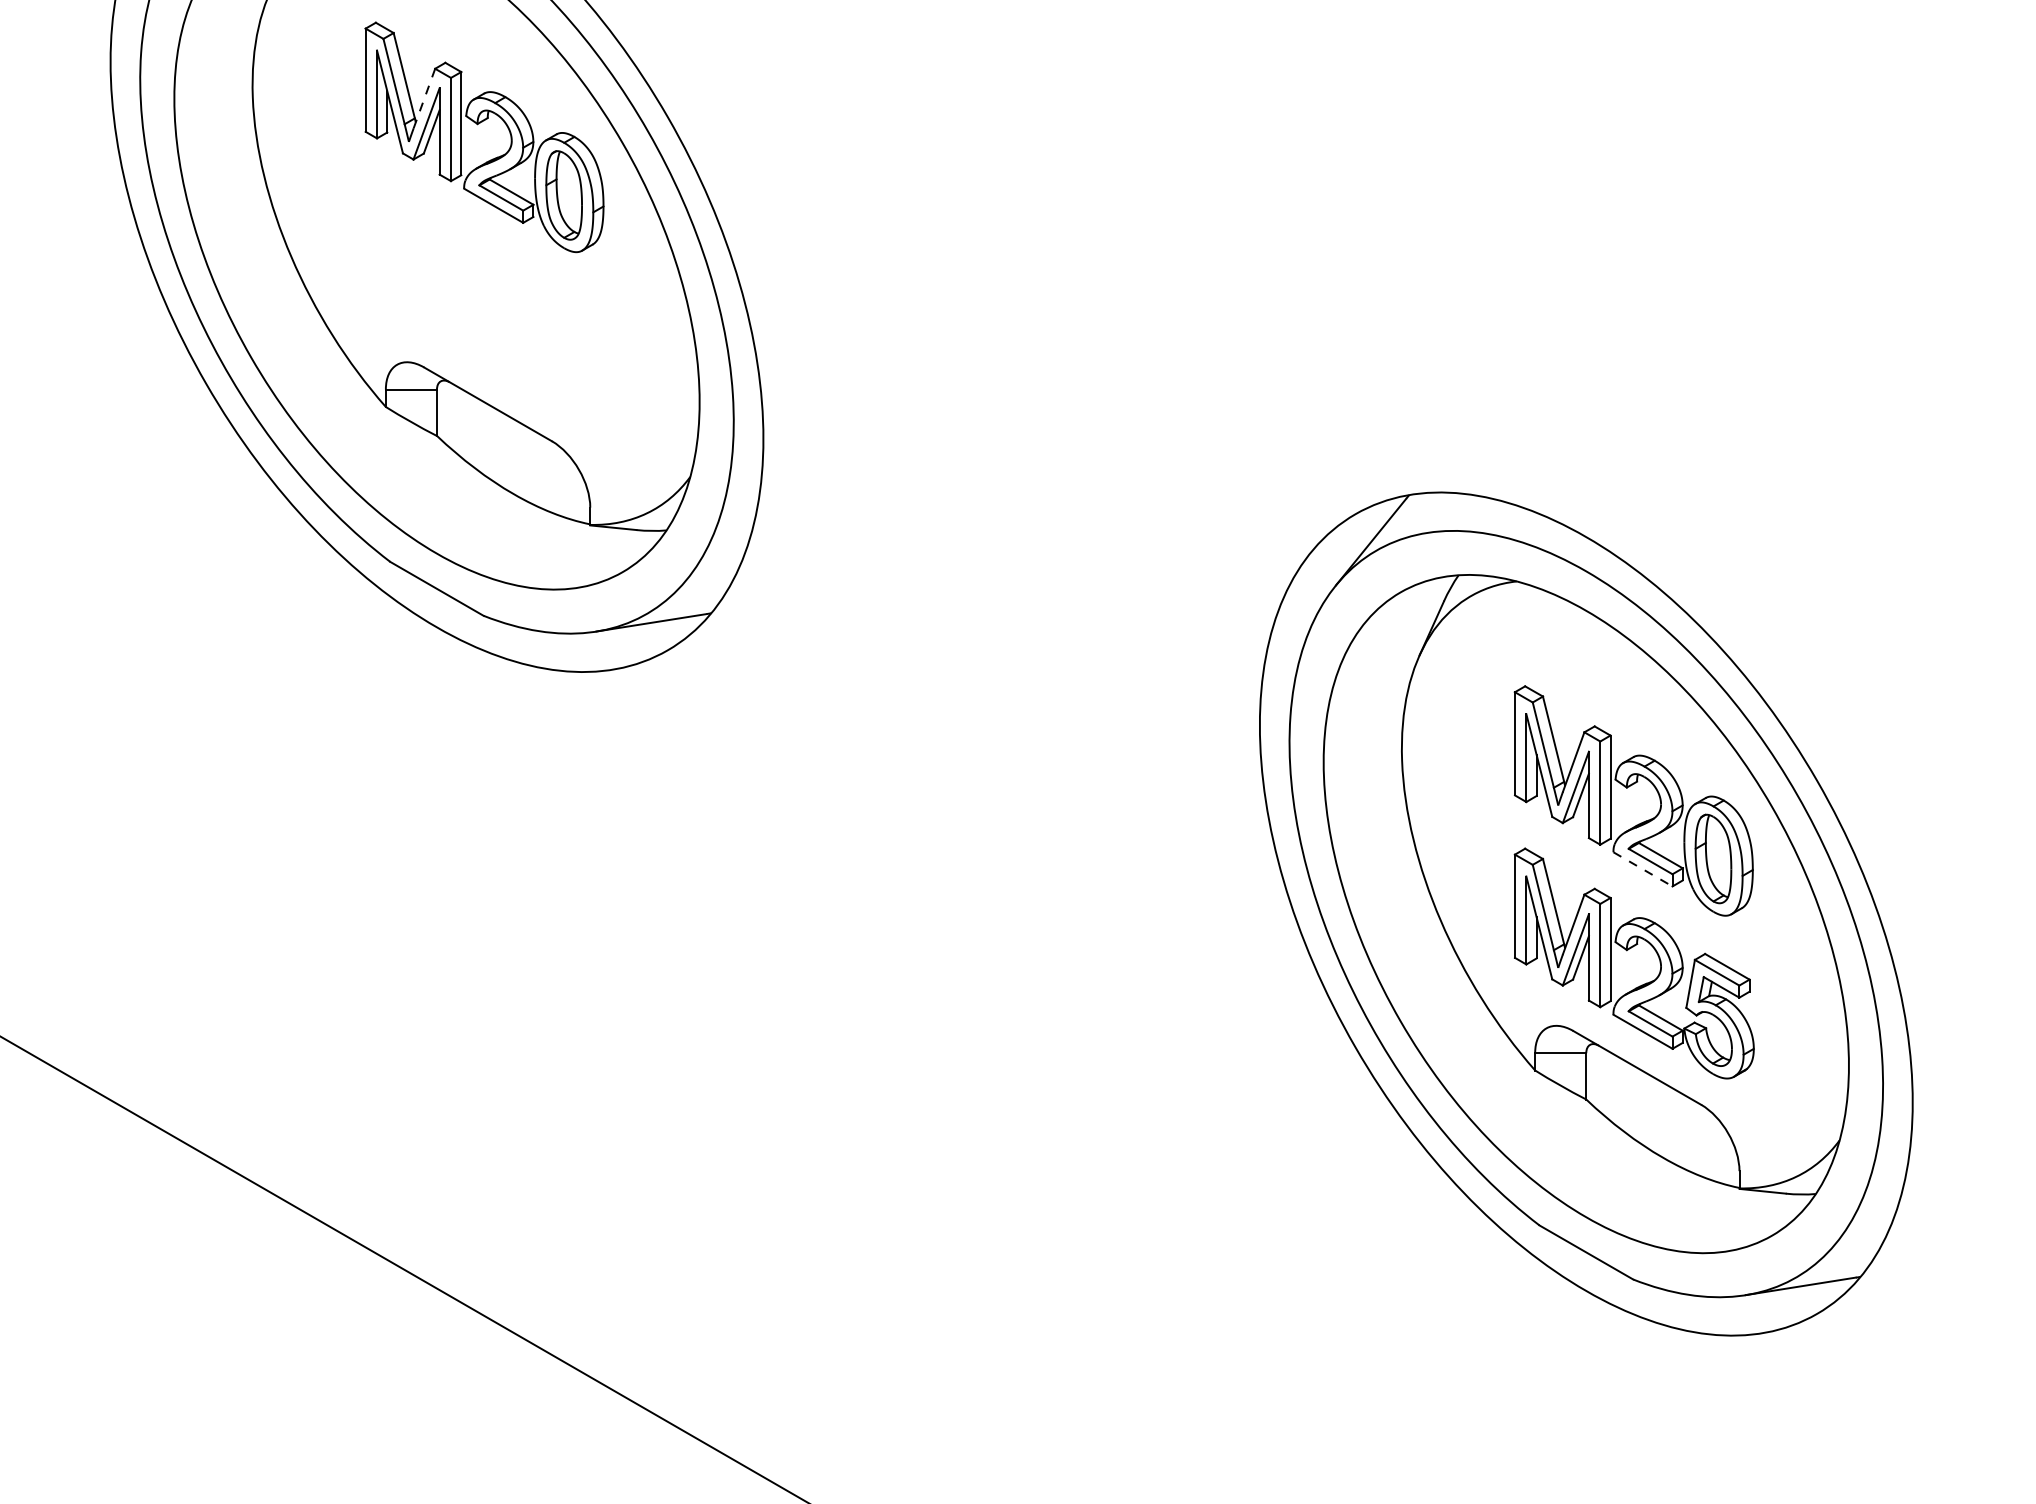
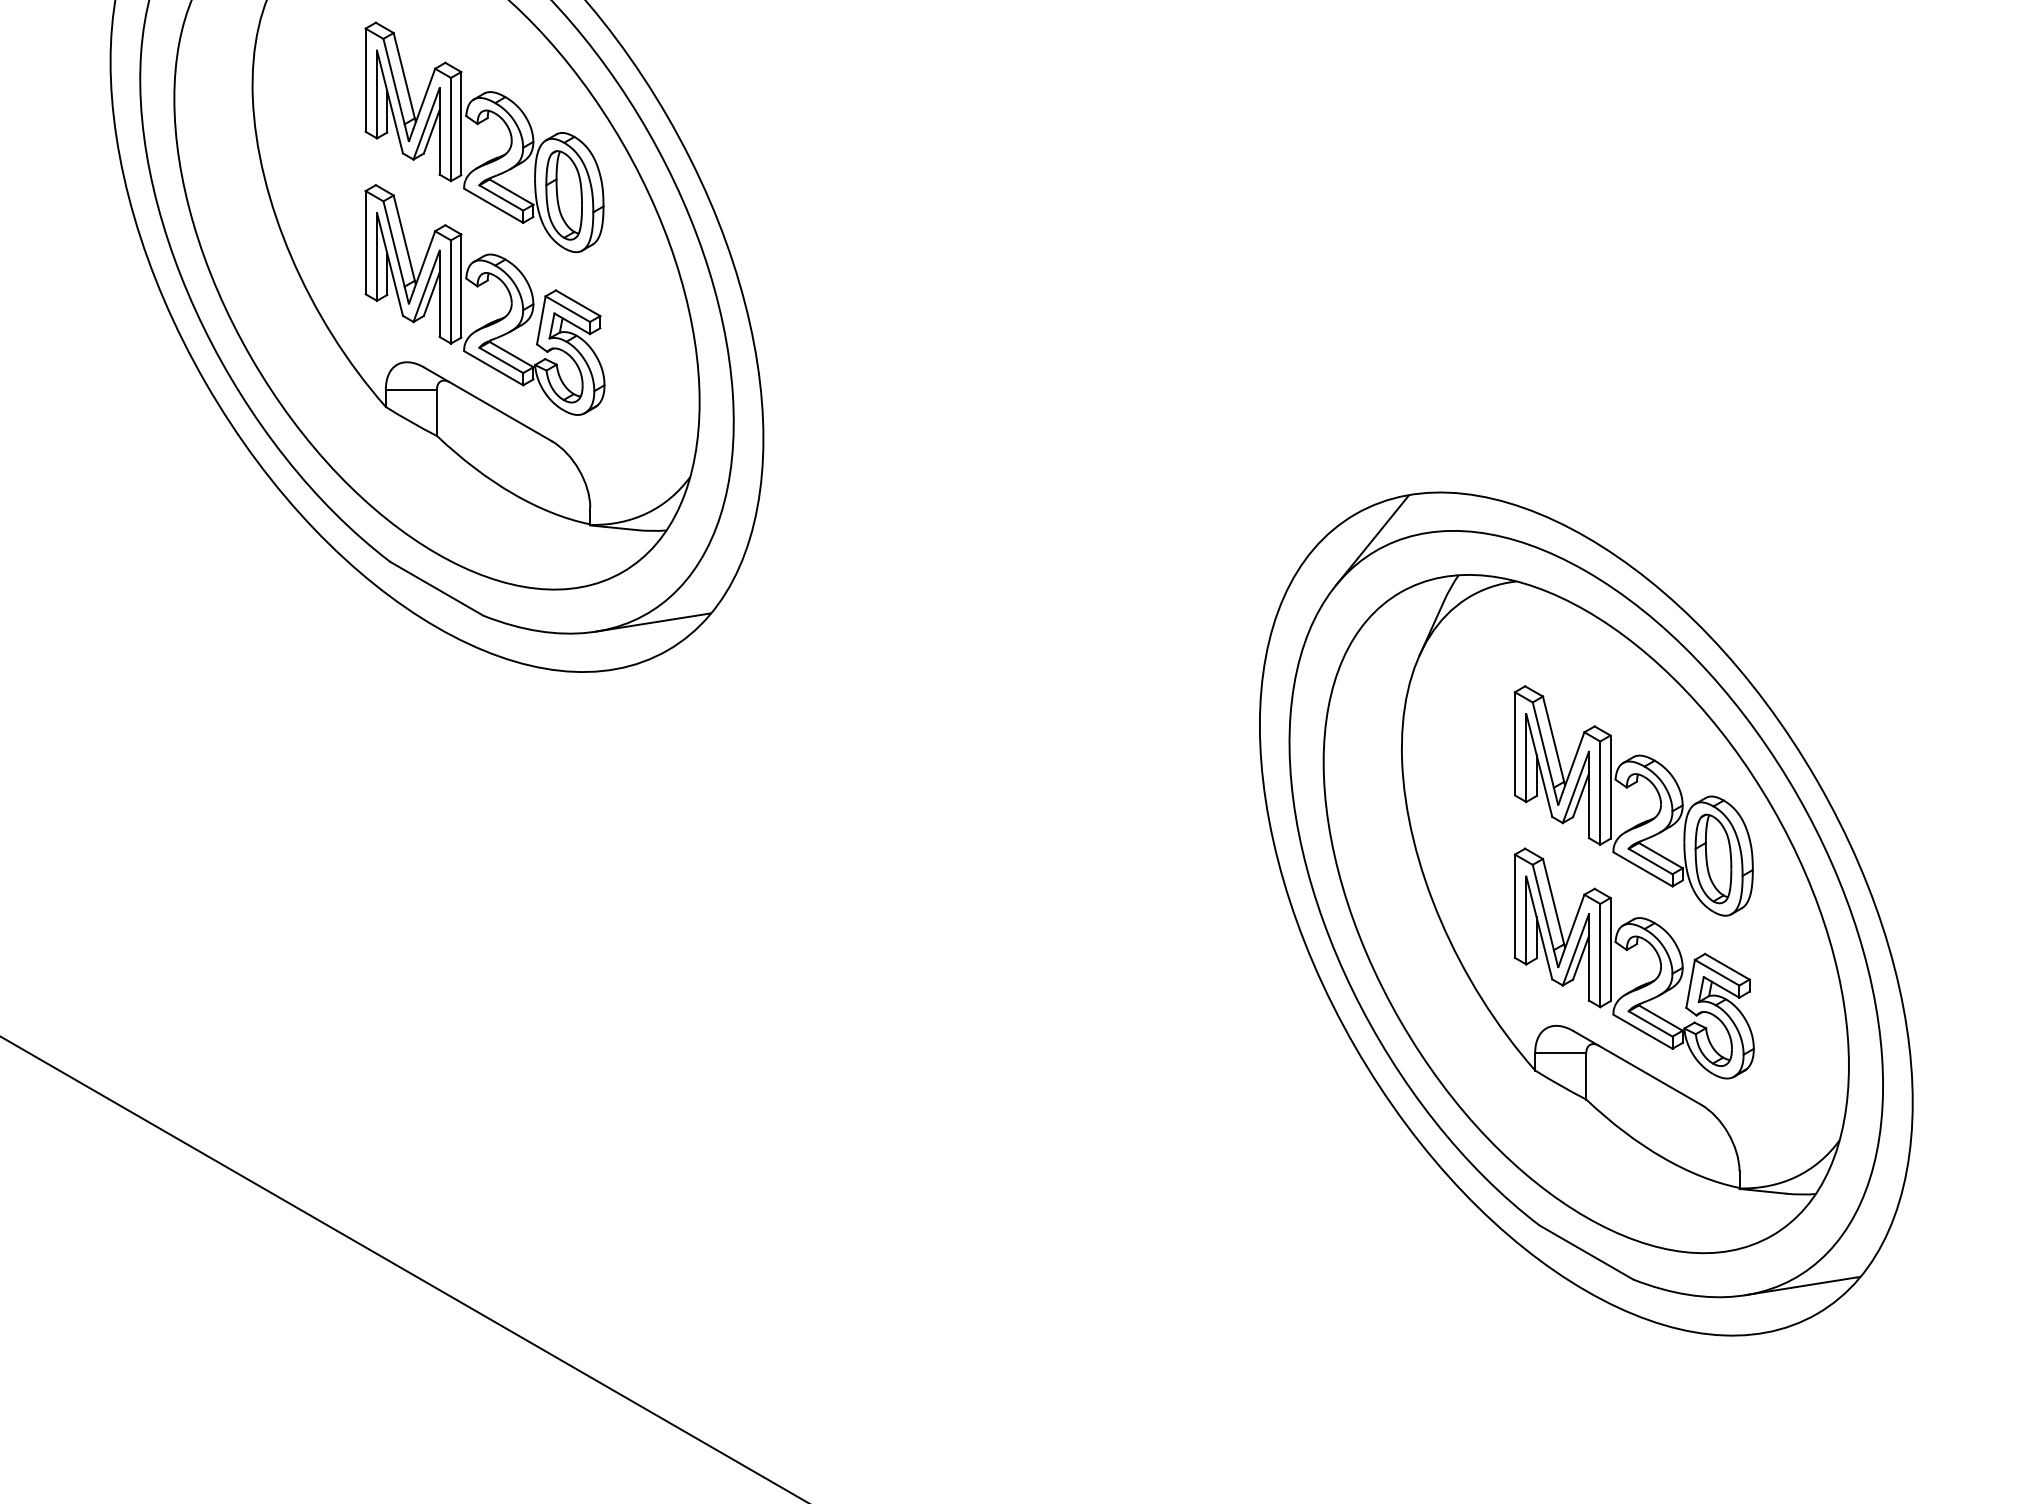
line at (424, 98): dashed -> solid
part at (478, 287): none -> present
line at (1643, 869): dashed -> solid
